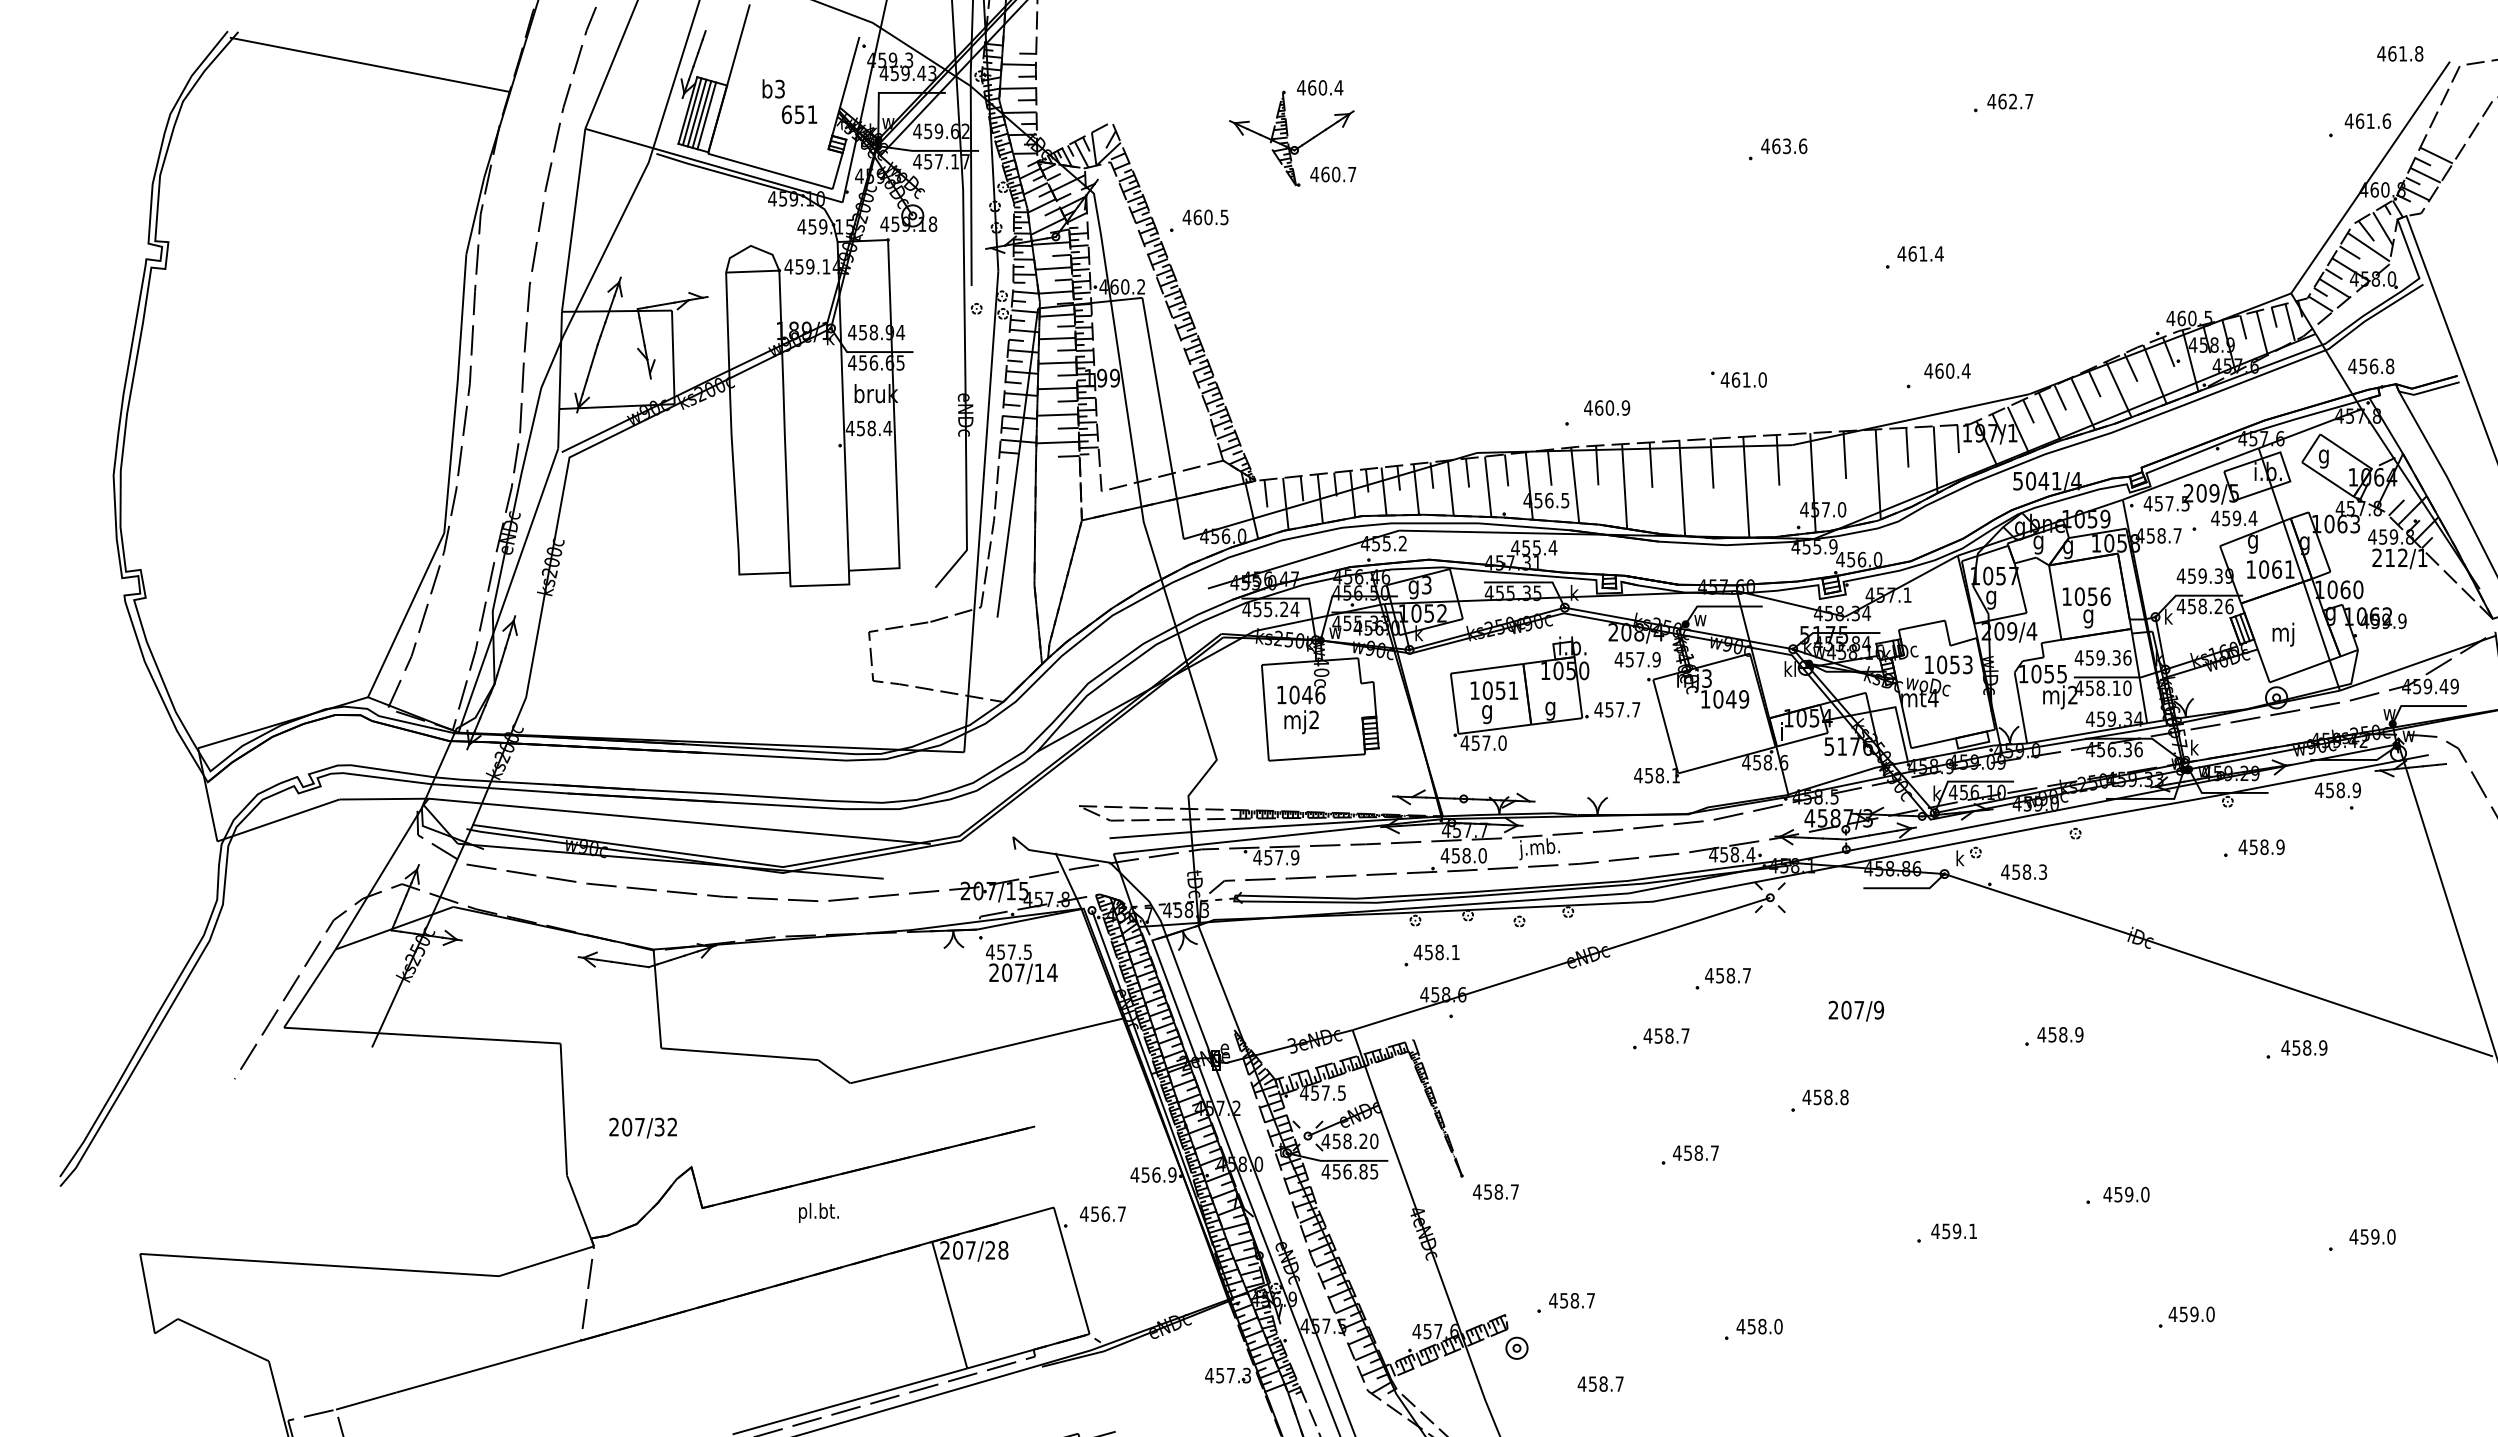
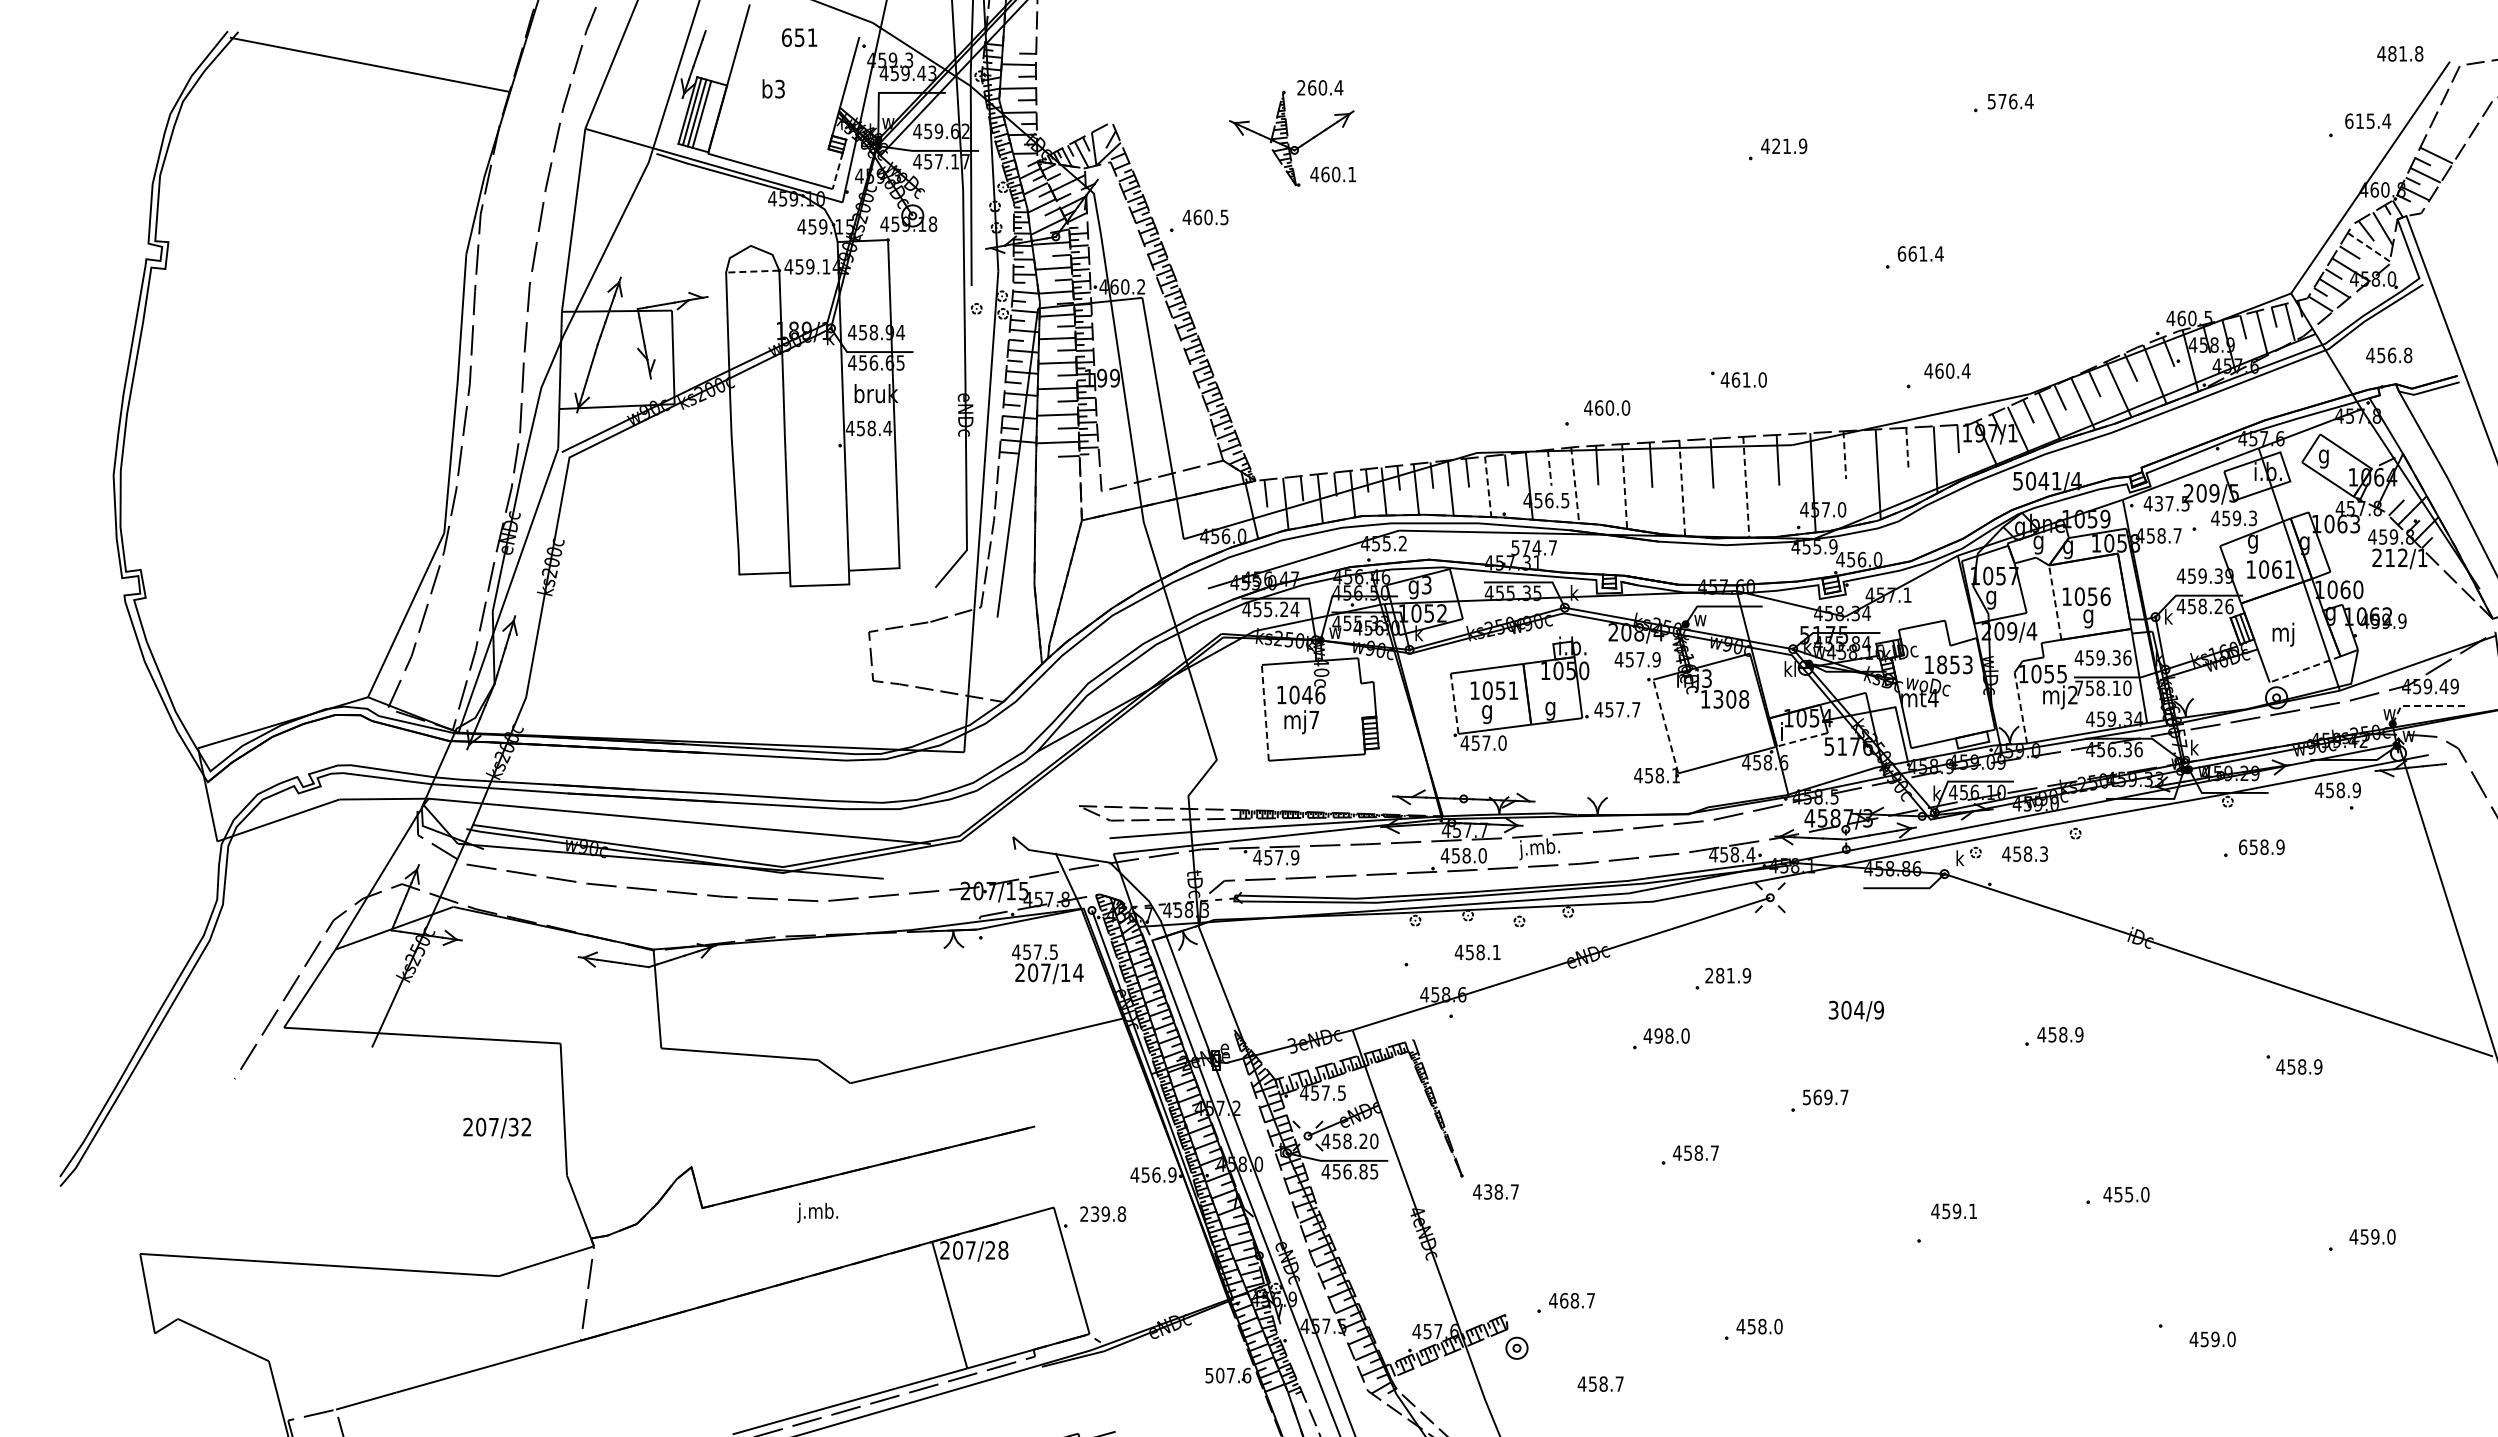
text at (2392, 53): 461.8 -> 481.8
text at (1301, 87): 460.4 -> 260.4
text at (2010, 101): 462.7 -> 576.4
text at (799, 114) position: (799, 114) -> (799, 37)
line at (706, 115): present -> none
text at (2367, 121): 461.6 -> 615.4
text at (1789, 146): 463.6 -> 421.9
line at (837, 171): solid -> dashed
text at (1352, 174): 460.7 -> 460.1
line at (2369, 247): solid -> dashed
text at (1901, 253): 461.4 -> 661.4
line at (752, 271): solid -> dashed
text at (2371, 366) position: (2371, 366) -> (2389, 355)
text at (1625, 407): 460.9 -> 460.0
line at (1907, 447): solid -> dashed
line at (1844, 455): solid -> dashed
line at (1549, 467): solid -> dashed
line at (1575, 485): solid -> dashed
line at (1488, 487): solid -> dashed
line at (1624, 487): solid -> dashed
line at (1746, 487): solid -> dashed
line at (1682, 488): solid -> dashed
text at (2158, 502): 457.5 -> 437.5
text at (2252, 518): 459.4 -> 459.3
text at (1534, 547): 455.4 -> 574.7
line at (2055, 602): solid -> dashed
text at (1942, 664): 1053 -> 1853
line at (2305, 669): solid -> dashed
text at (2078, 687): 458.10 -> 758.10
text at (1731, 699): 1049 -> 1308
line at (1454, 703): solid -> dashed
line at (2424, 706): solid -> dashed
line at (2020, 708): solid -> dashed
line at (1265, 712): solid -> dashed
text at (1314, 719): mj2 -> mj7
line at (1665, 726): solid -> dashed
line at (1802, 739): solid -> dashed
text at (2242, 847): 458.9 -> 658.9
text at (2023, 871) position: (2023, 871) -> (2024, 853)
text at (1436, 952) position: (1436, 952) -> (1477, 952)
text at (1021, 964) position: (1021, 964) -> (1047, 964)
text at (1728, 975): 458.7 -> 281.9
text at (1846, 1010): 207/9 -> 304/9
text at (1671, 1035): 458.7 -> 498.0
text at (2304, 1047) position: (2304, 1047) -> (2299, 1066)
text at (1825, 1097): 458.8 -> 569.7
text at (642, 1127) position: (642, 1127) -> (496, 1127)
text at (1488, 1191): 458.7 -> 438.7
text at (2129, 1193): 459.0 -> 455.0
text at (817, 1212): pl.bt. -> j.mb.
text at (1102, 1213): 456.7 -> 239.8
text at (1953, 1231) position: (1953, 1231) -> (1953, 1211)
text at (1564, 1300): 458.7 -> 468.7
text at (2191, 1314) position: (2191, 1314) -> (2212, 1339)
text at (1228, 1375): 457.3 -> 507.6
